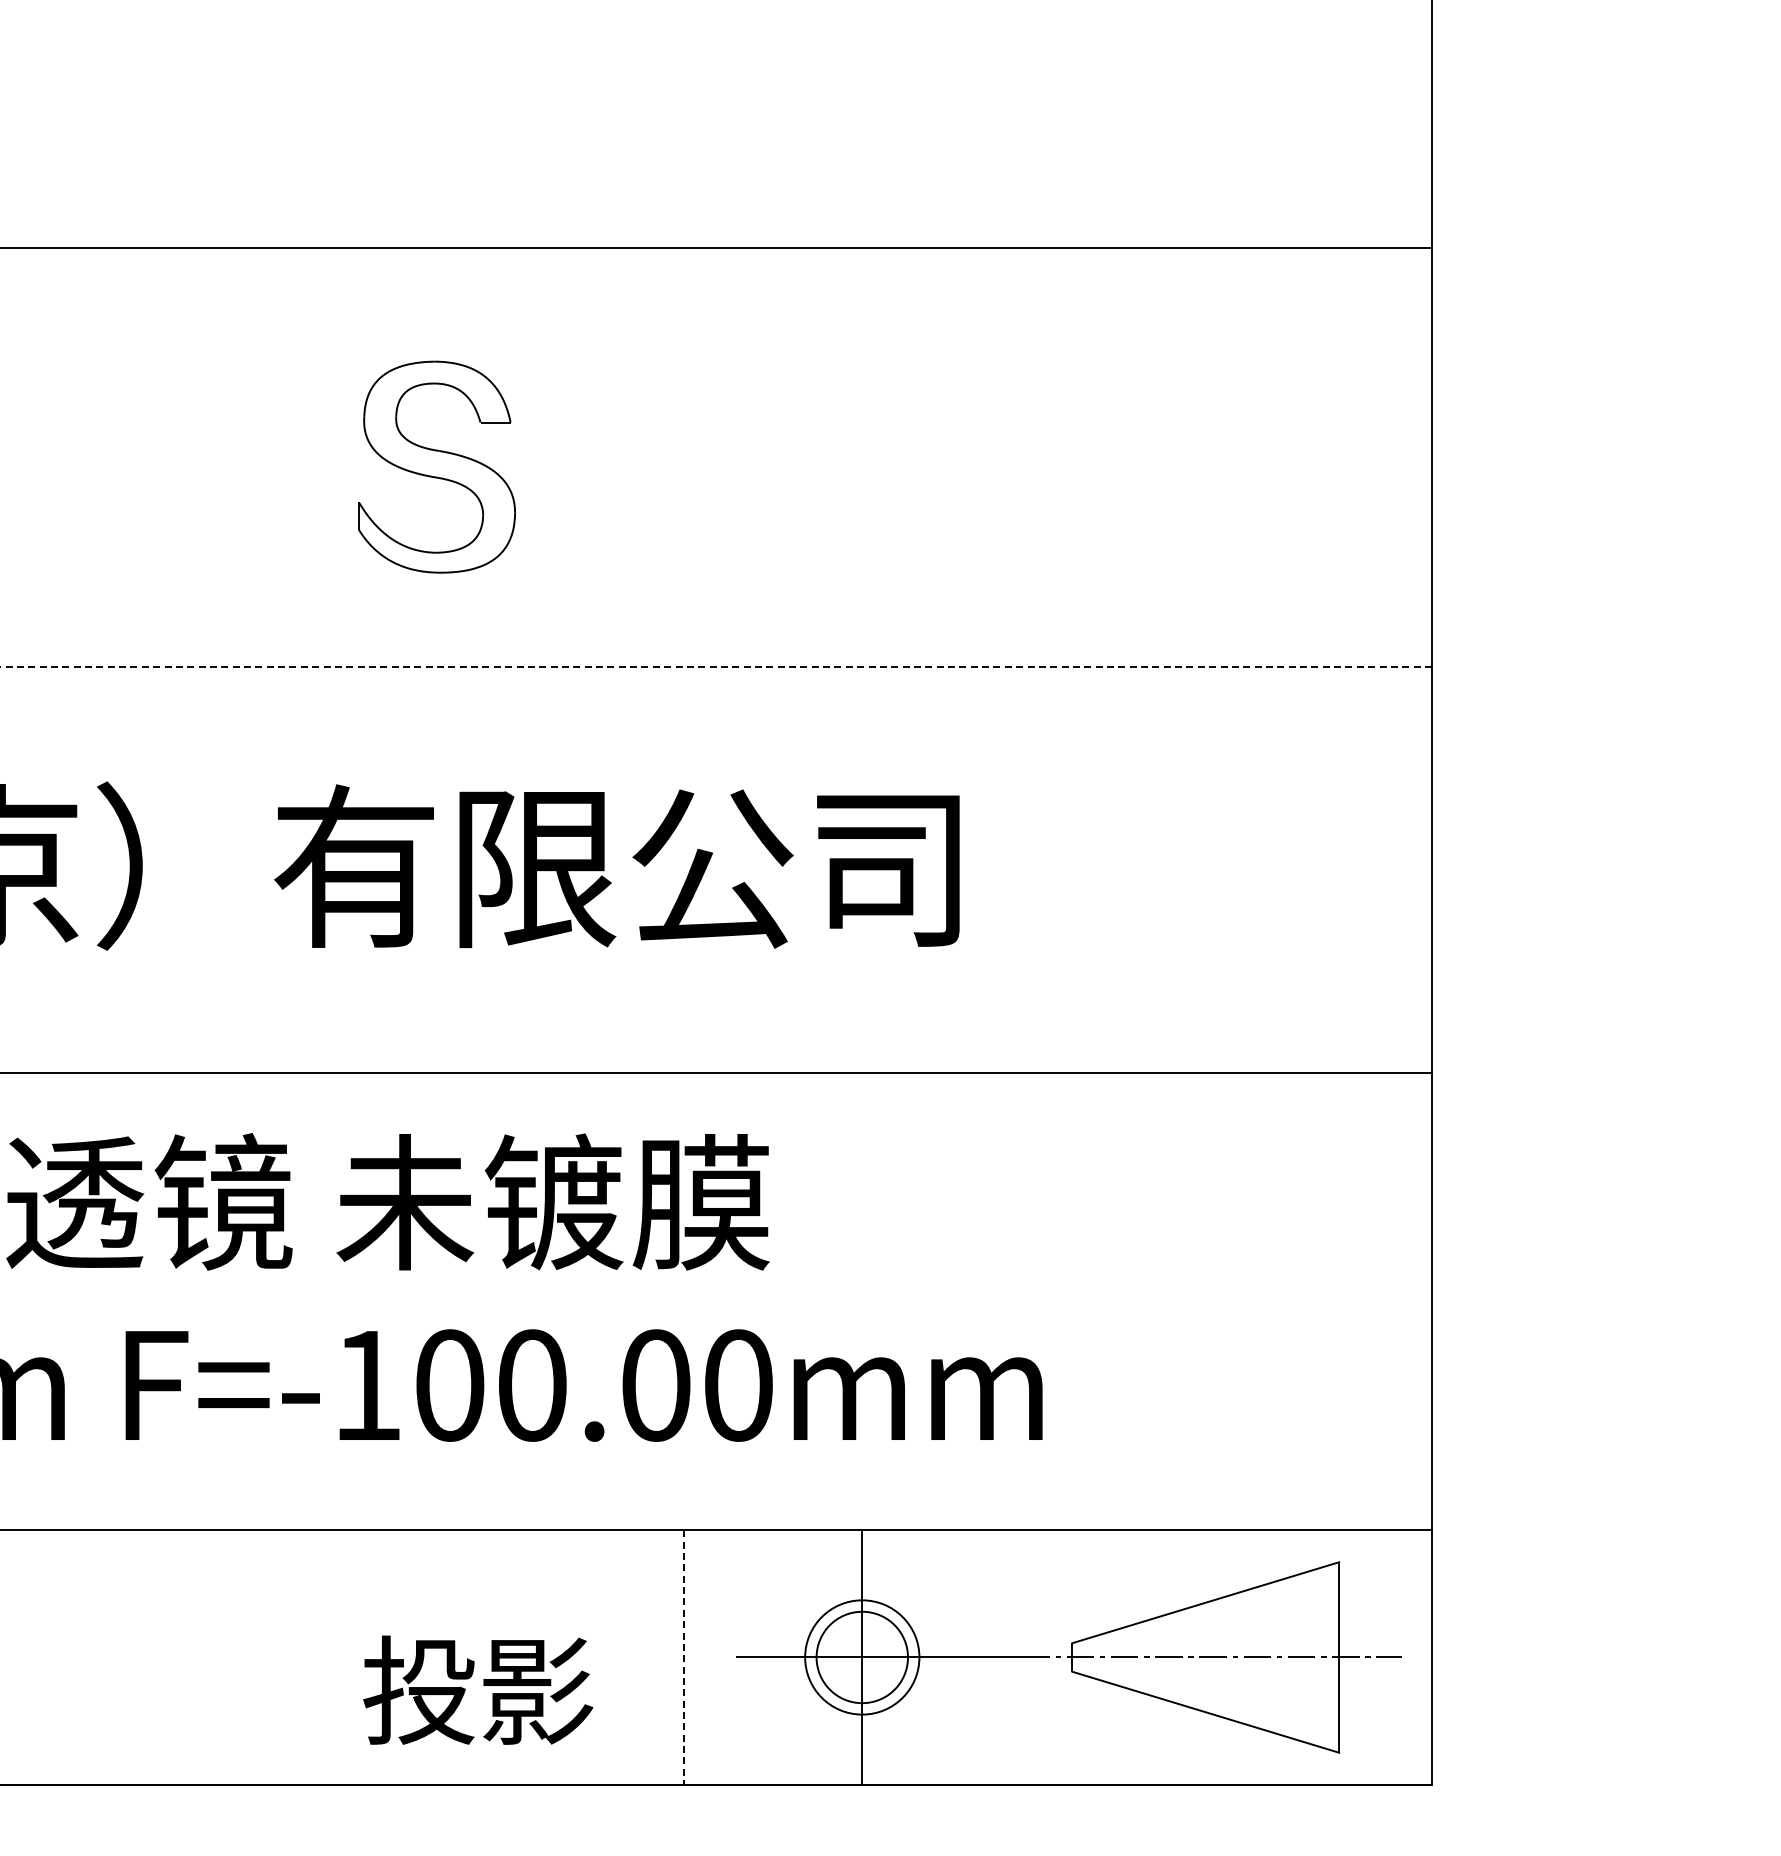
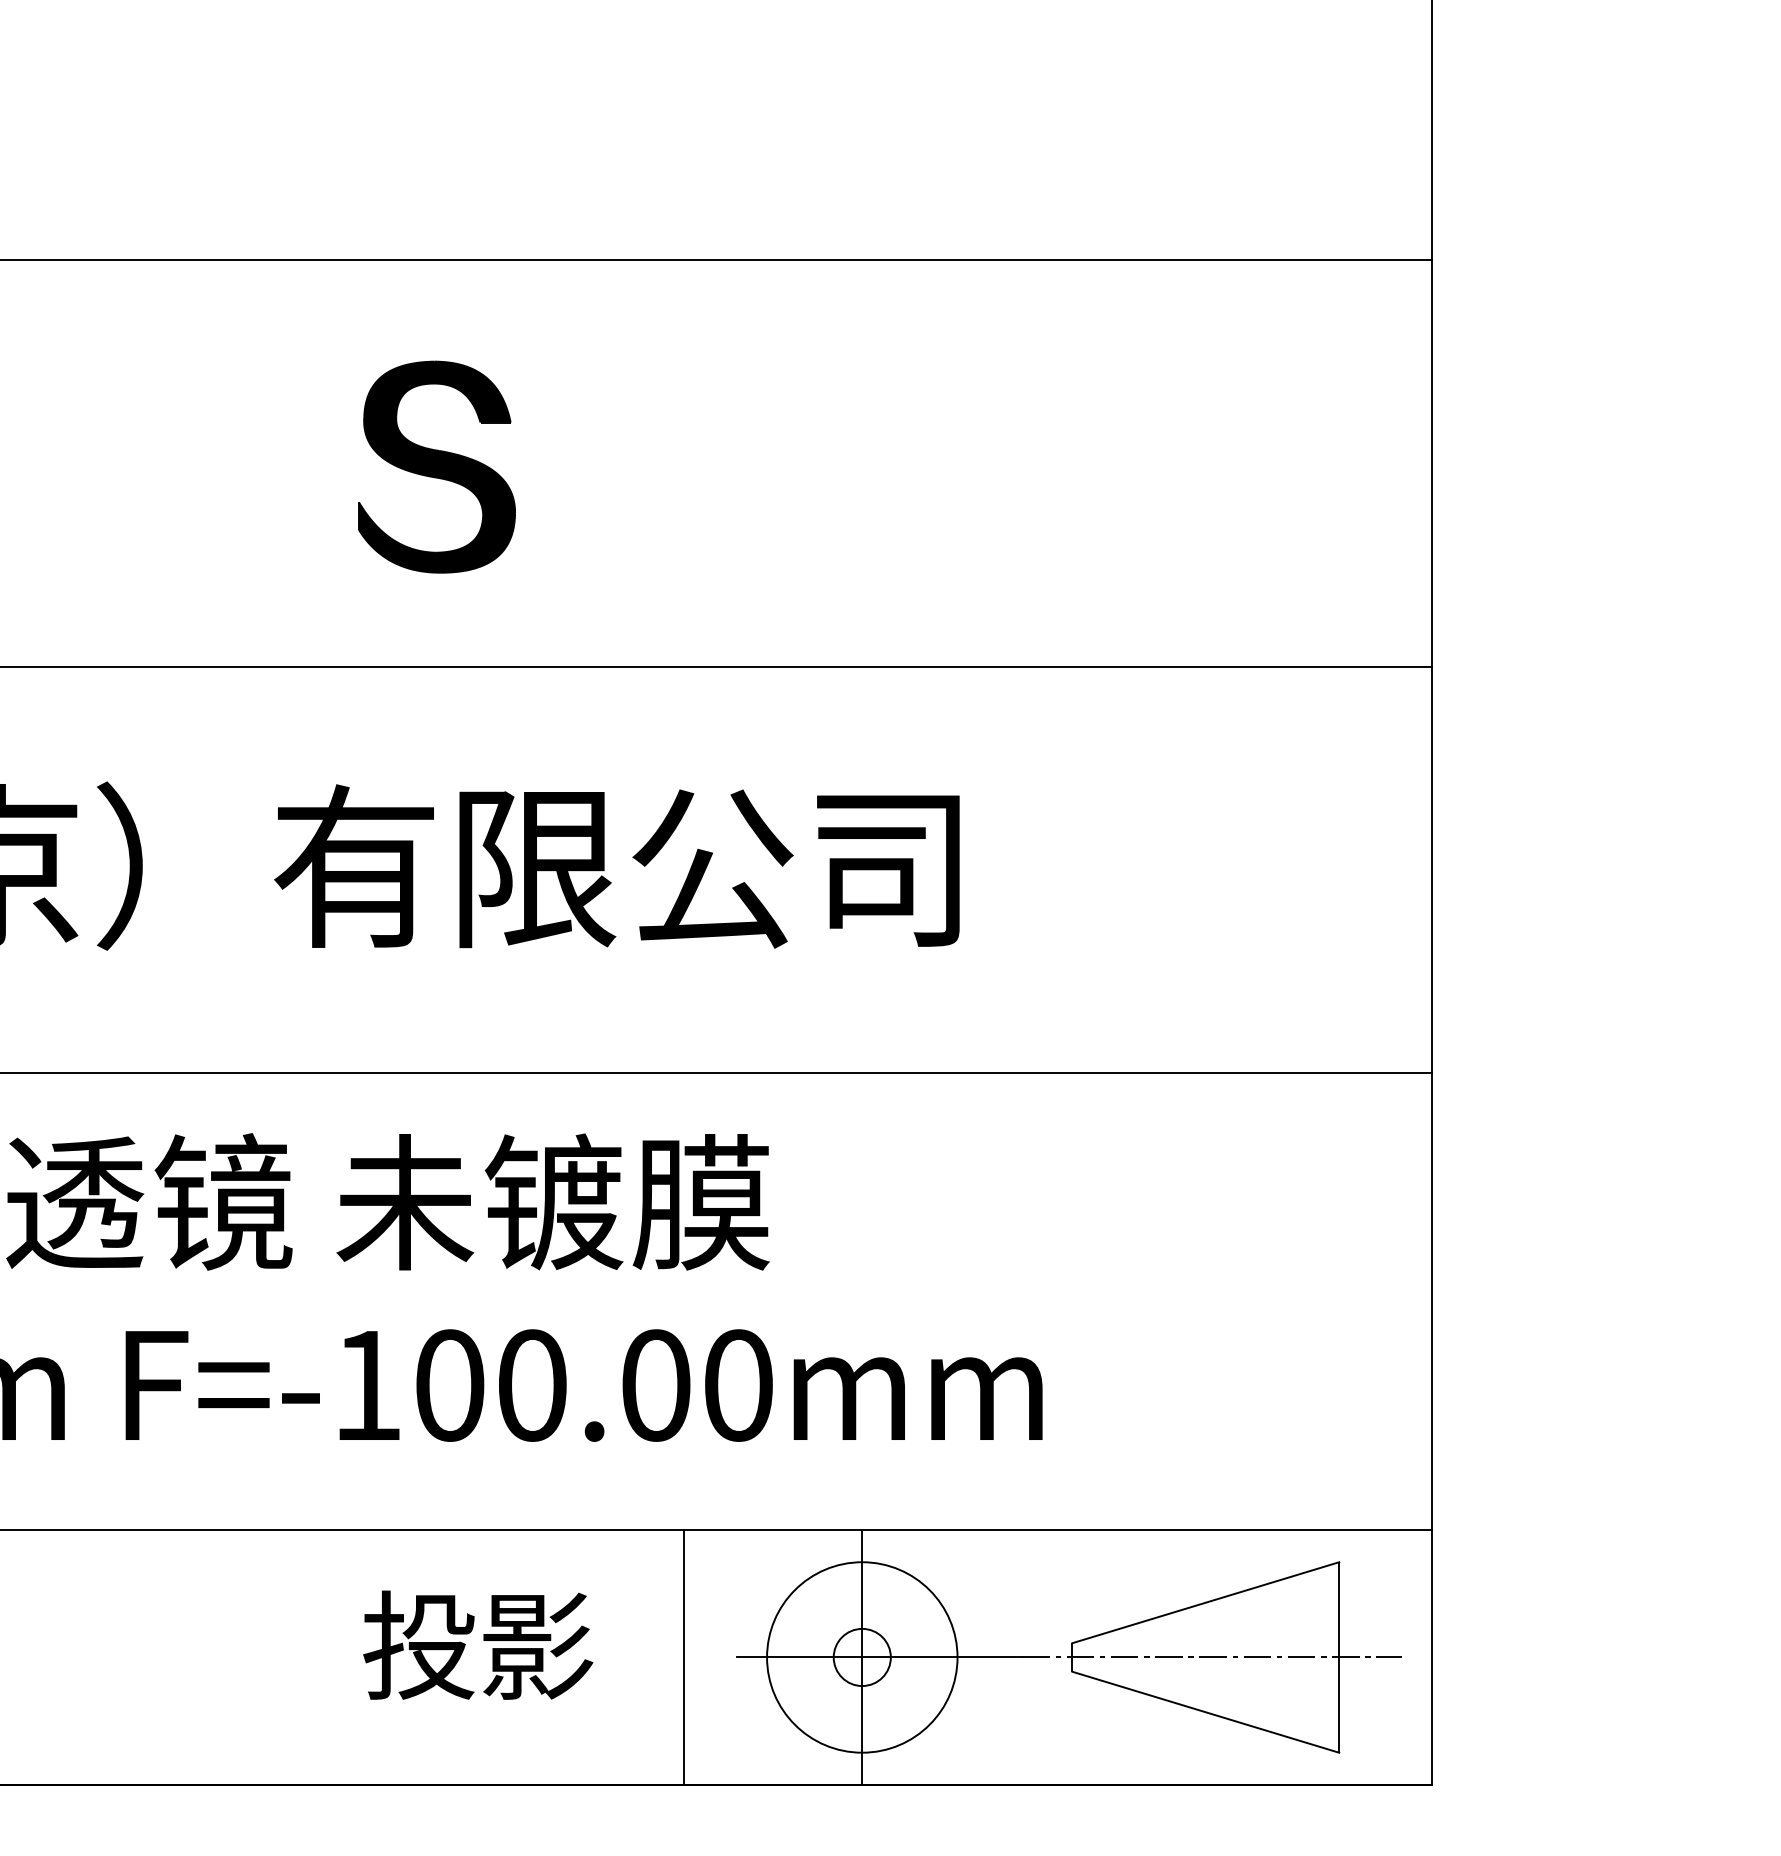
line at (717, 248) position: (717, 248) -> (717, 260)
fill at (436, 466): none -> present
line at (716, 666): dashed -> solid
line at (683, 1657): dashed -> solid
circle at (862, 1657) diameter: 114 px -> 190 px
circle at (862, 1657) diameter: 91 px -> 57 px
text at (478, 1689) position: (478, 1689) -> (478, 1644)
